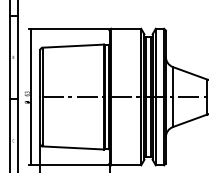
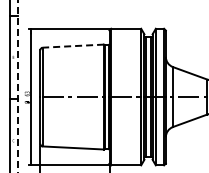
line at (73, 46): solid -> dashed
line at (18, 87): solid -> dashed
